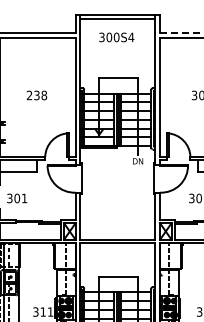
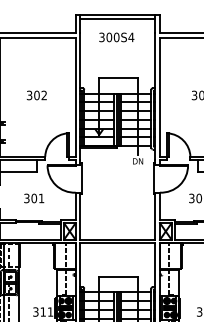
line at (181, 33): dashed -> solid
text at (37, 95): 238 -> 302
text at (17, 198) position: (17, 198) -> (34, 198)
